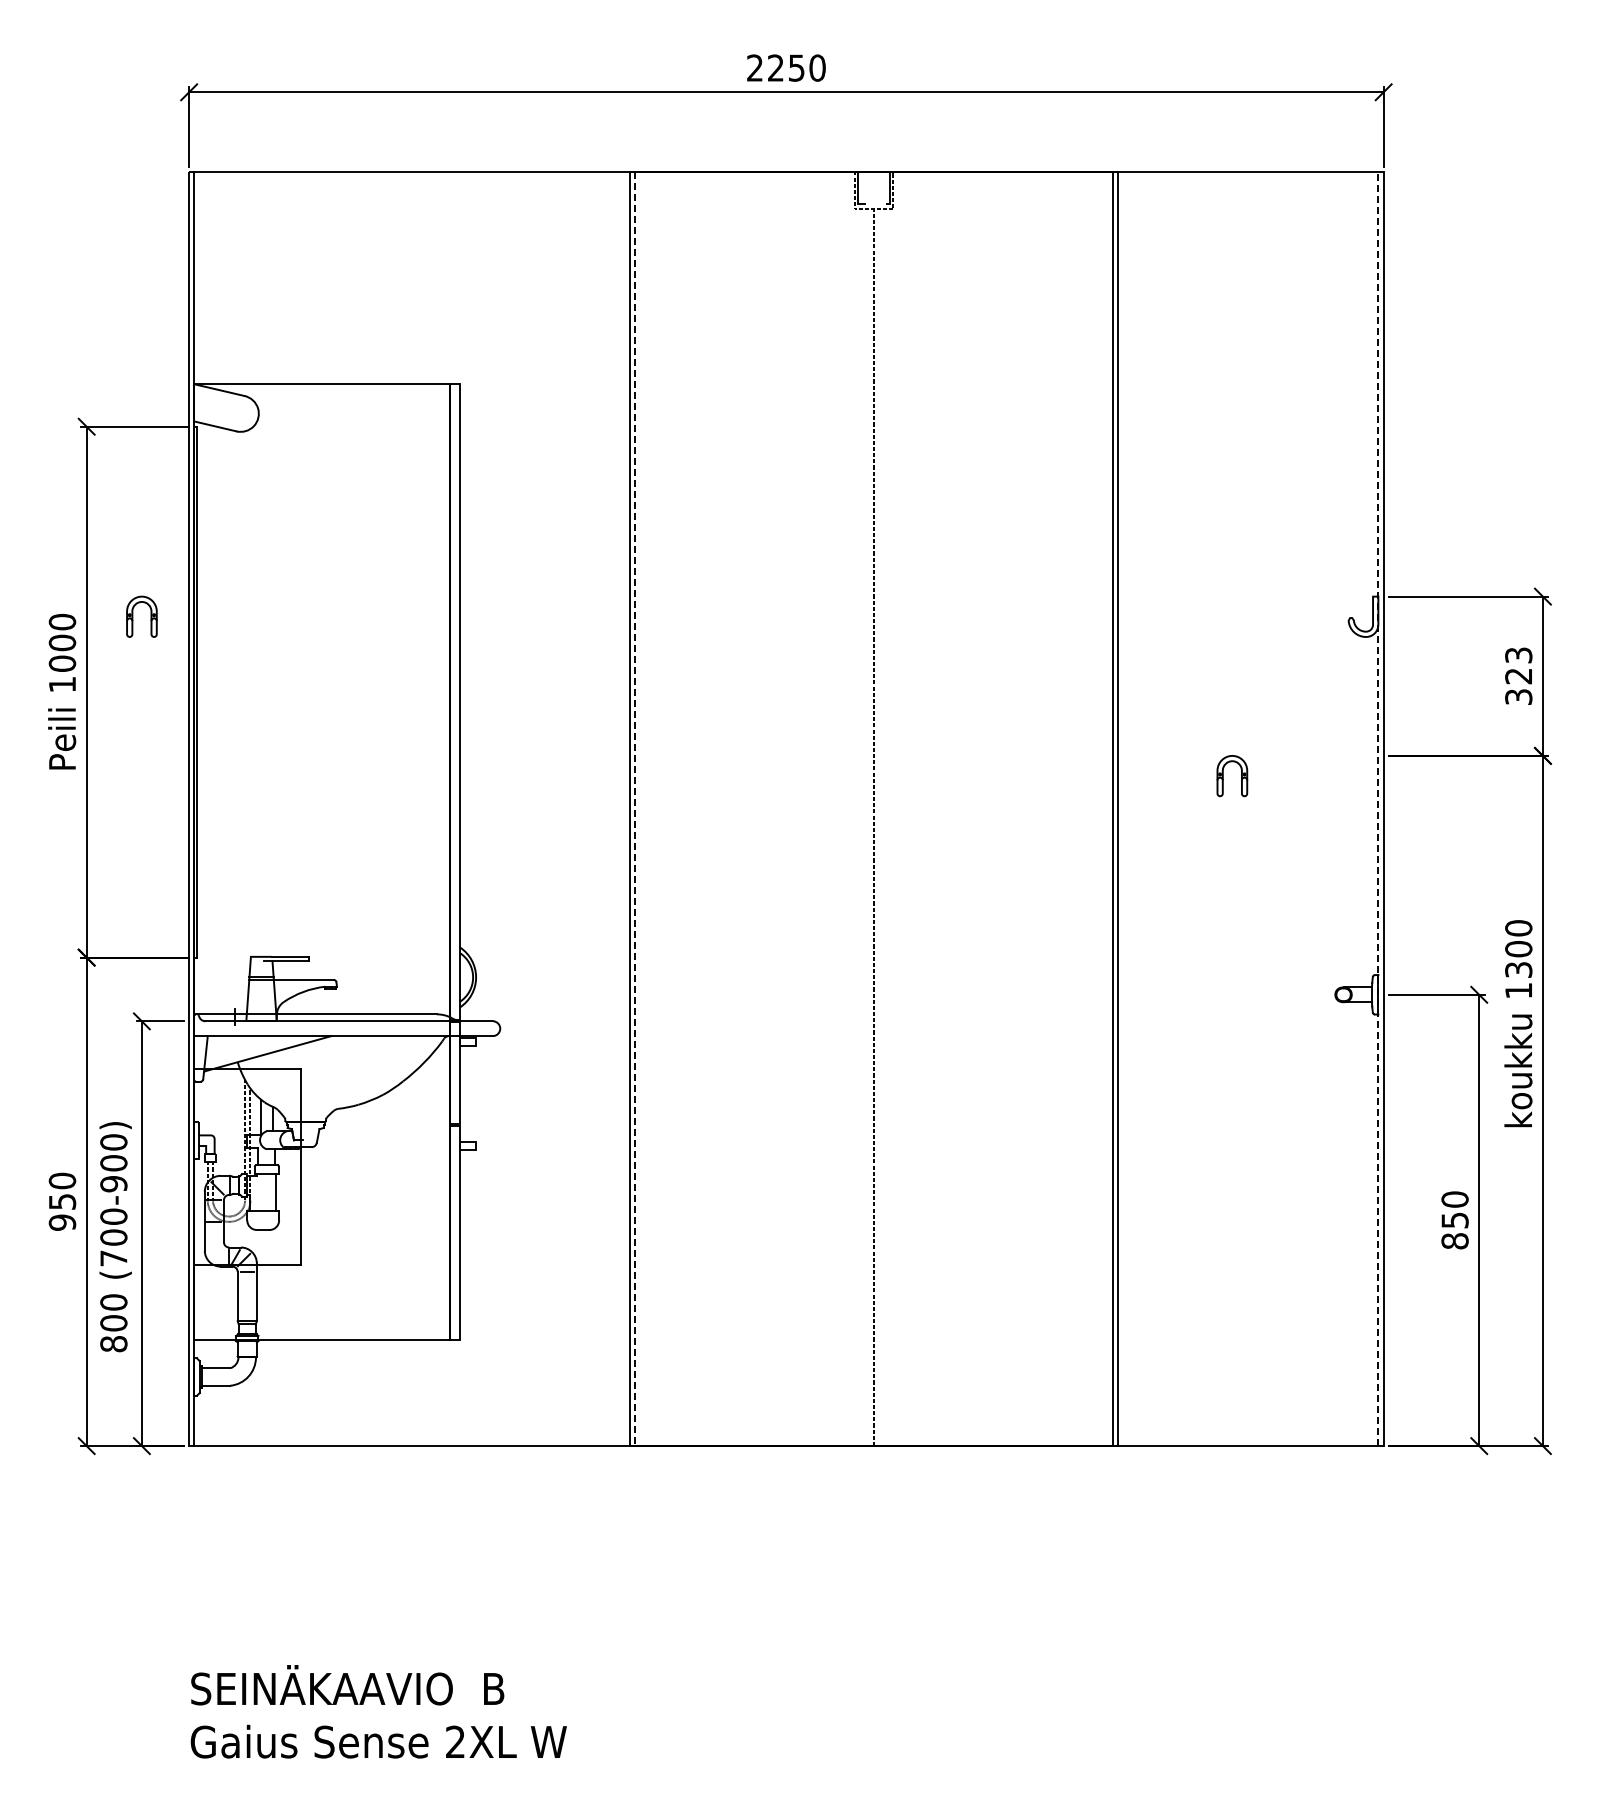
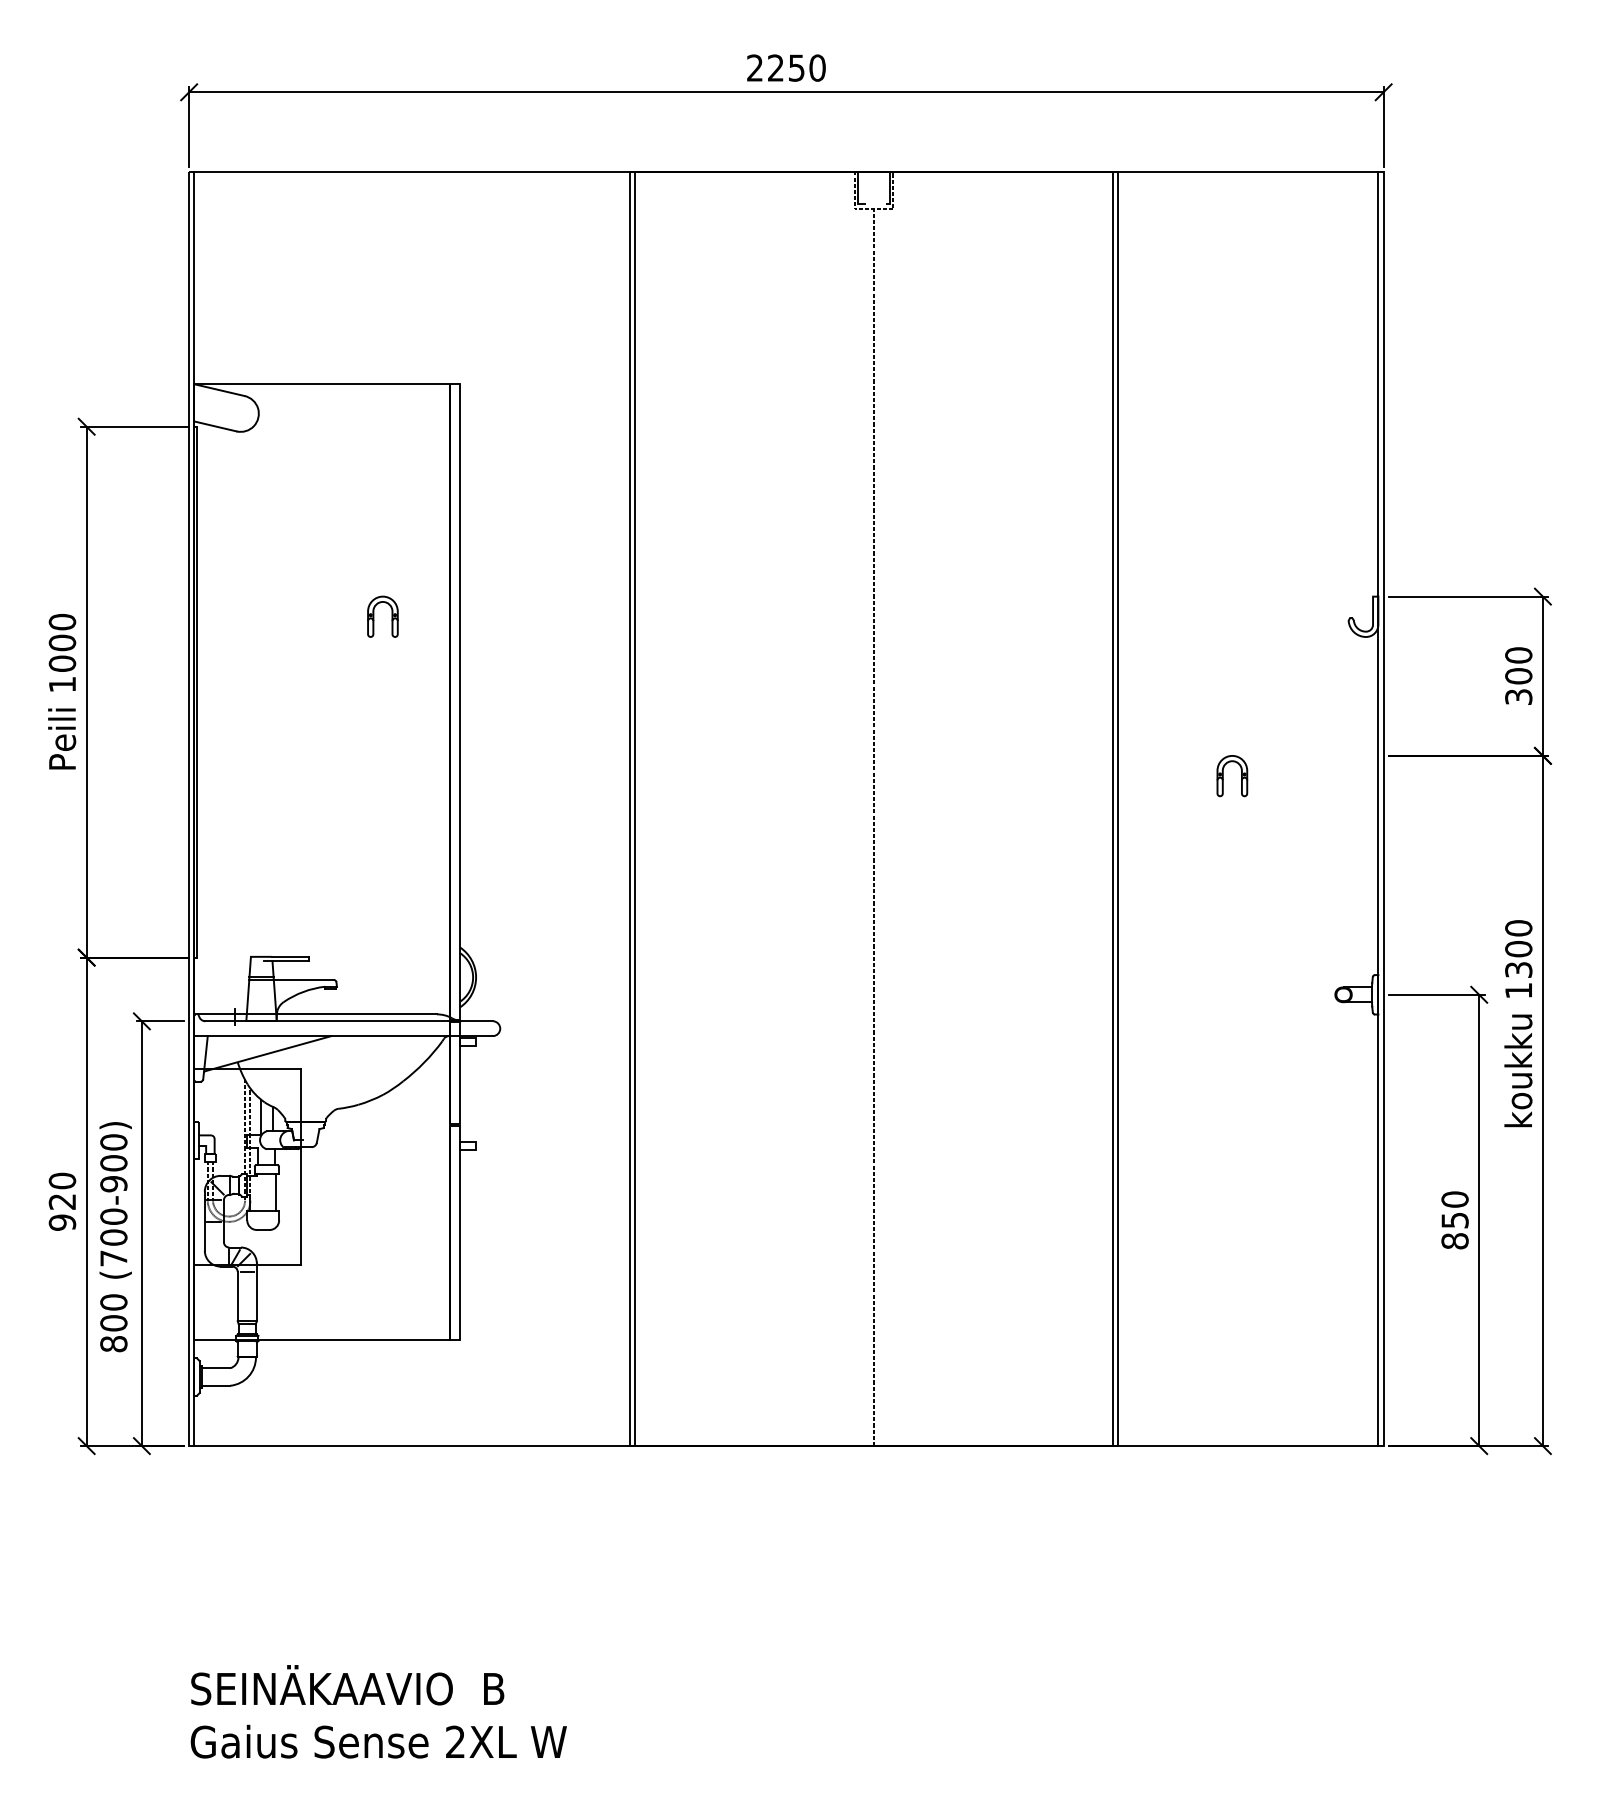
part at (133, 616) position: (133, 616) -> (374, 616)
text at (1518, 665): 323 -> 300
line at (1378, 808): dashed -> solid
line at (635, 809): dashed -> solid
text at (62, 1201): 950 -> 920
